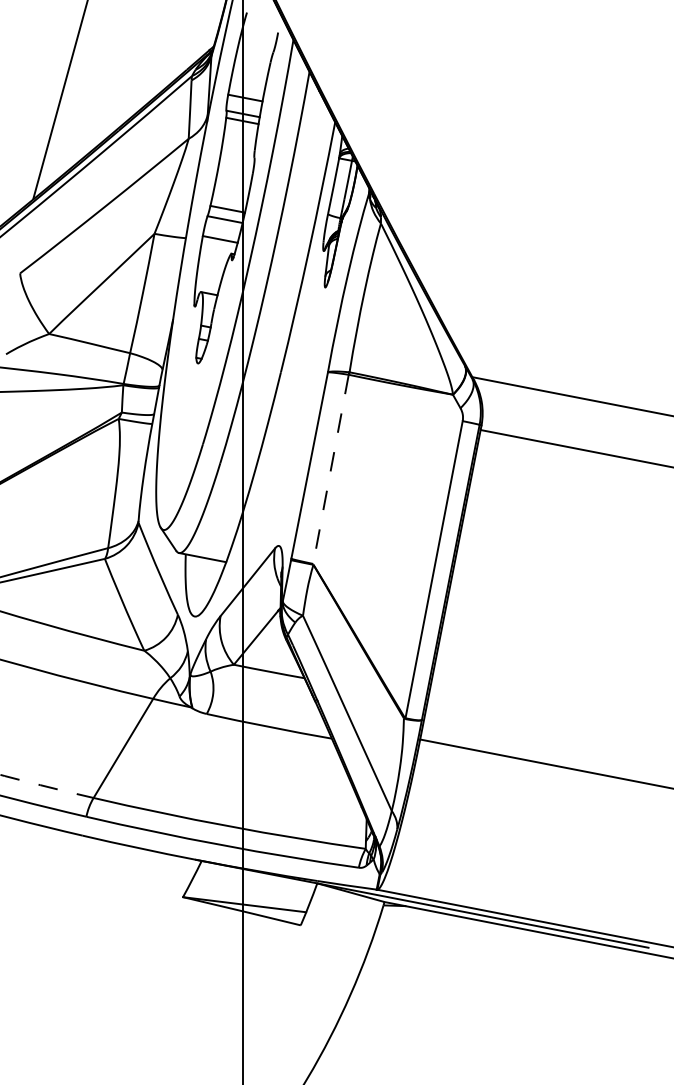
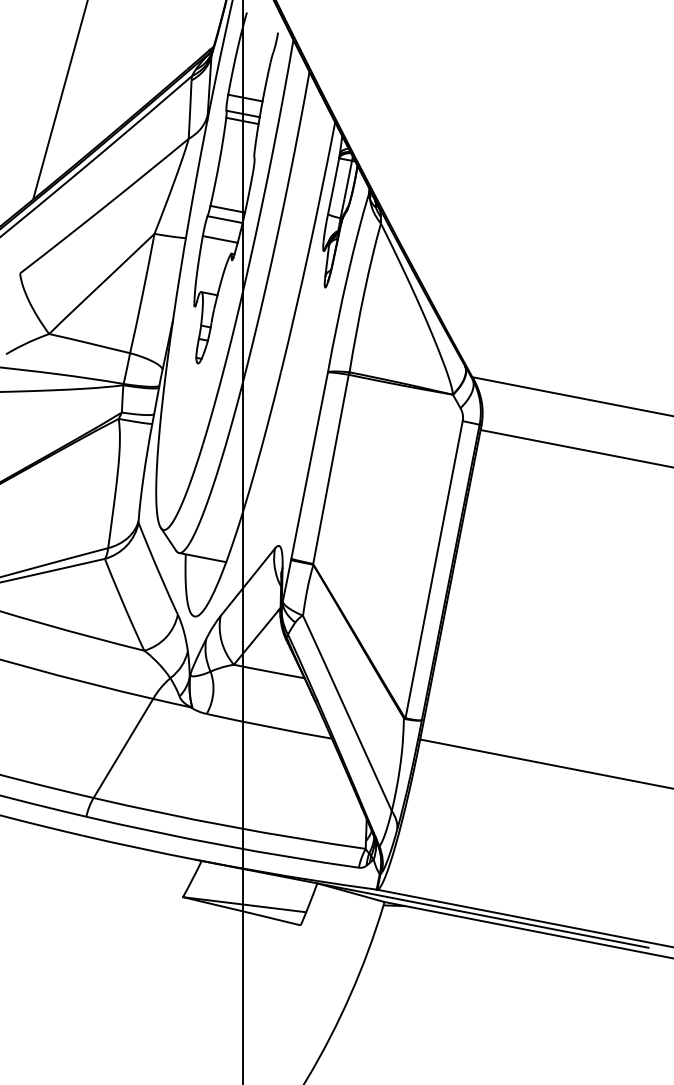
line at (330, 469): dashed -> solid
arc at (47, 786): dashed -> solid
